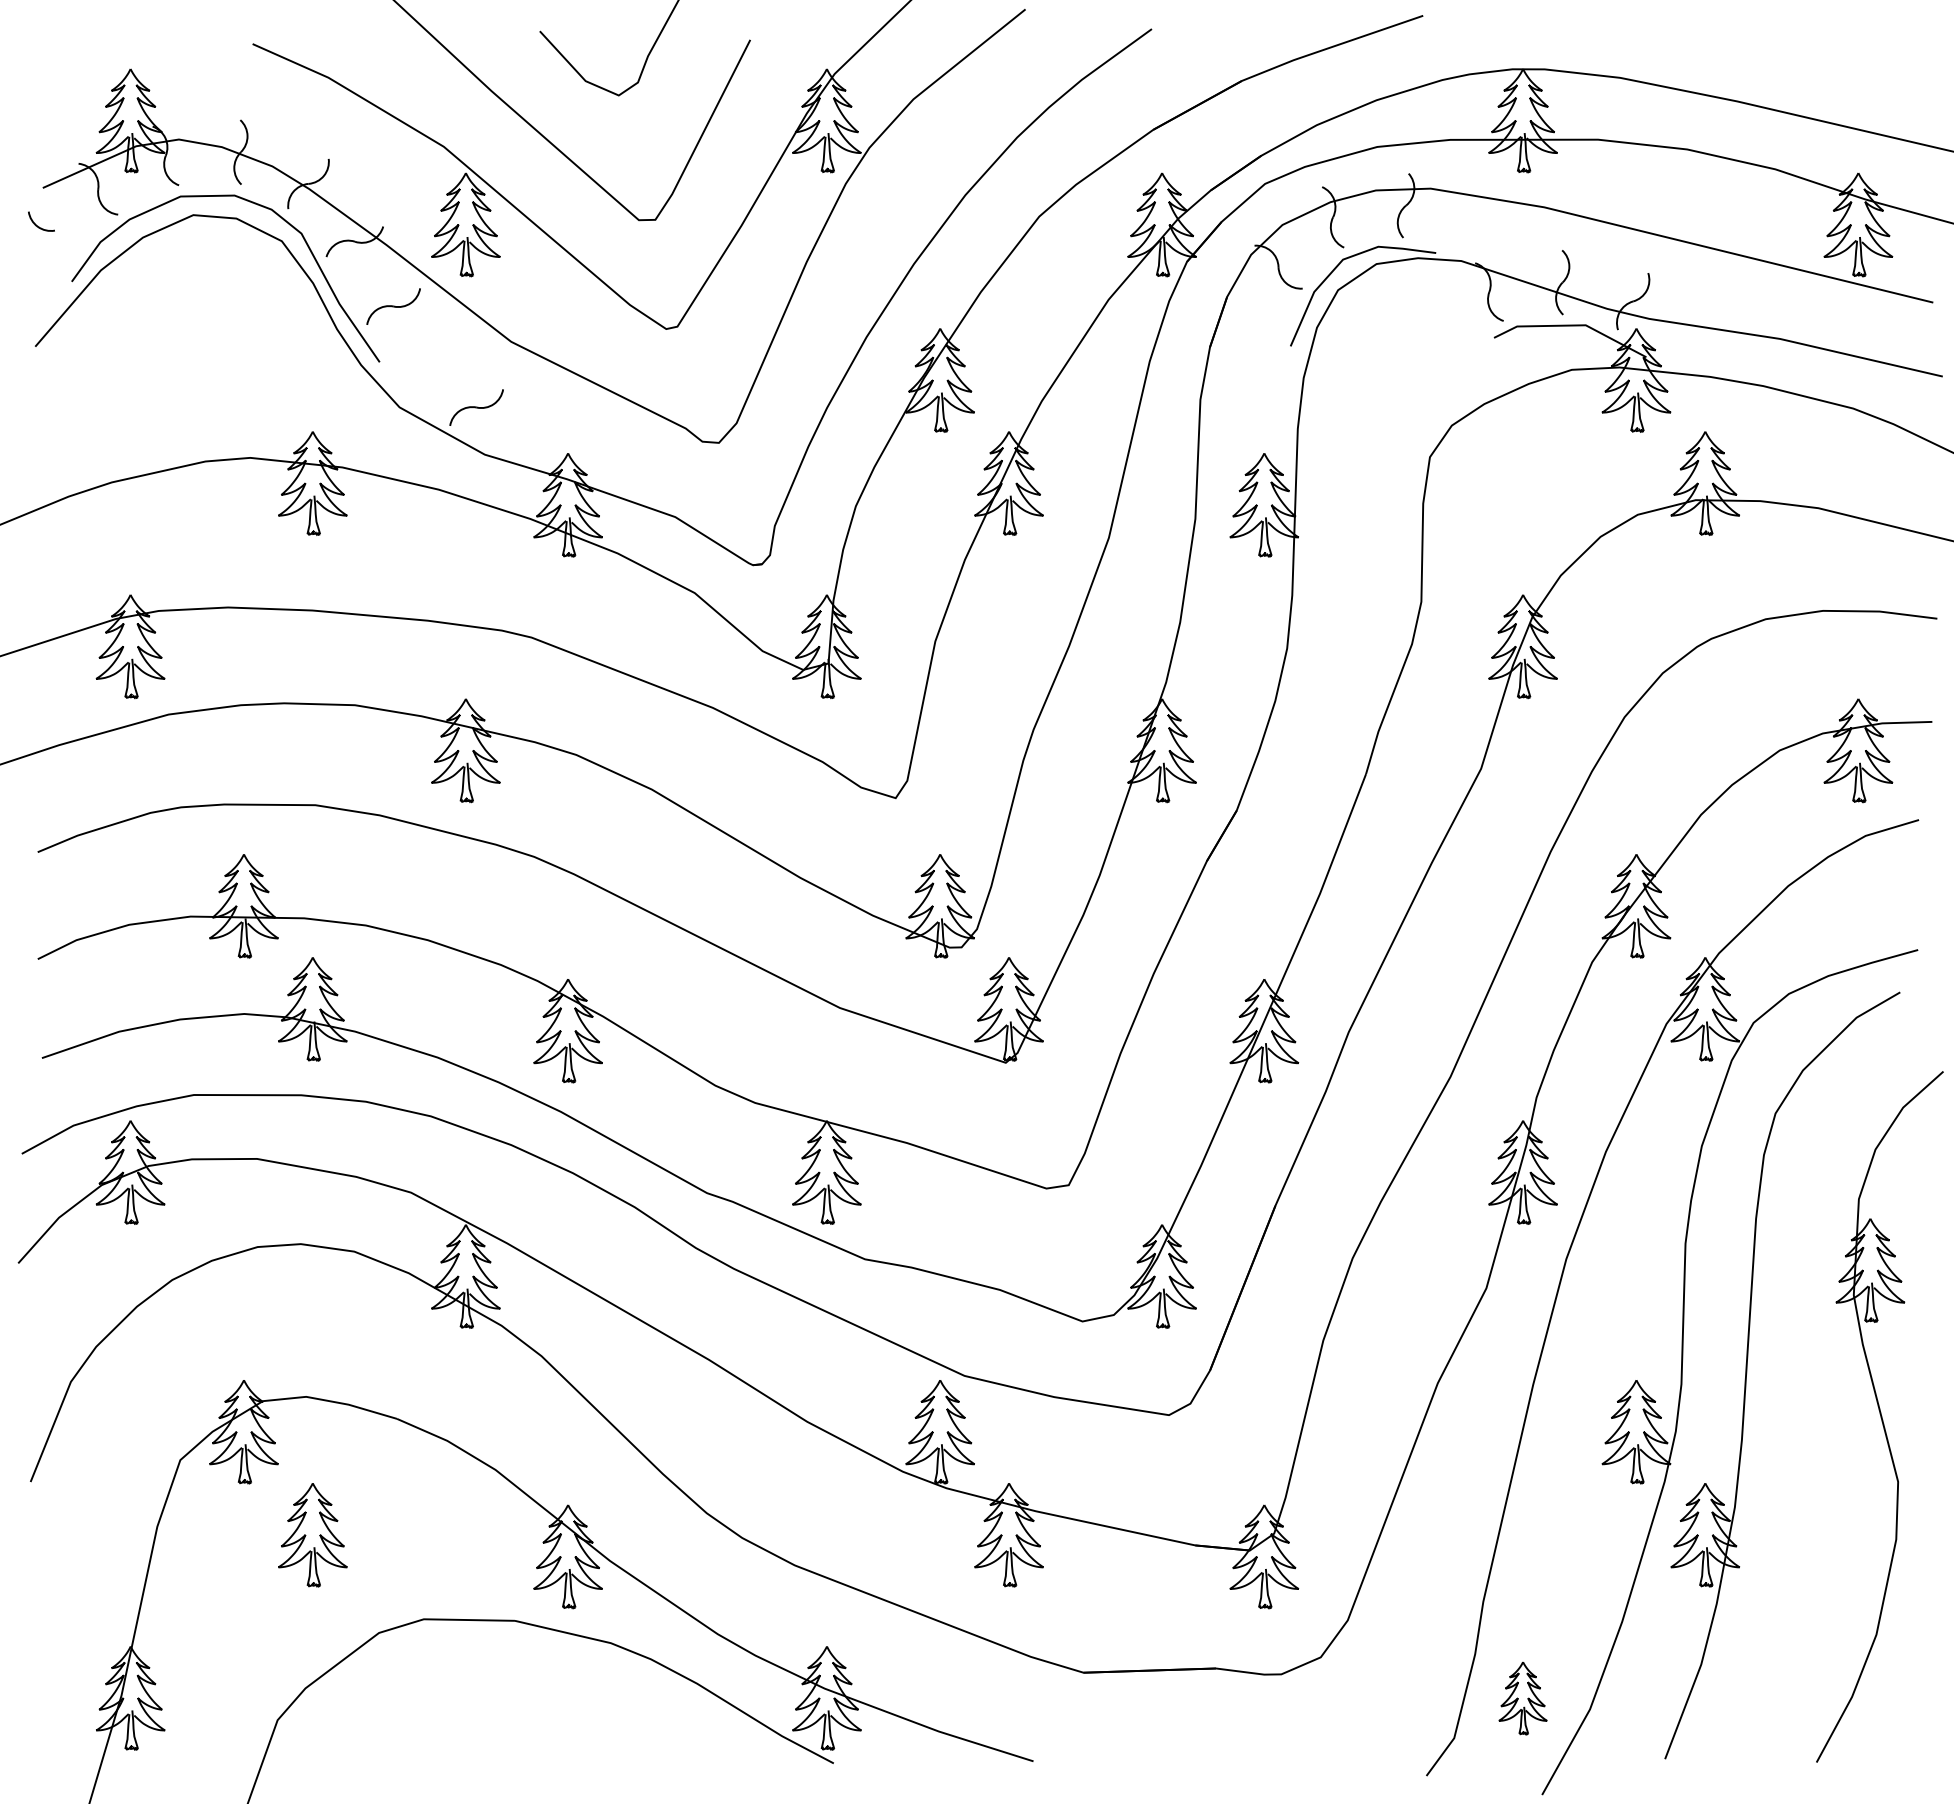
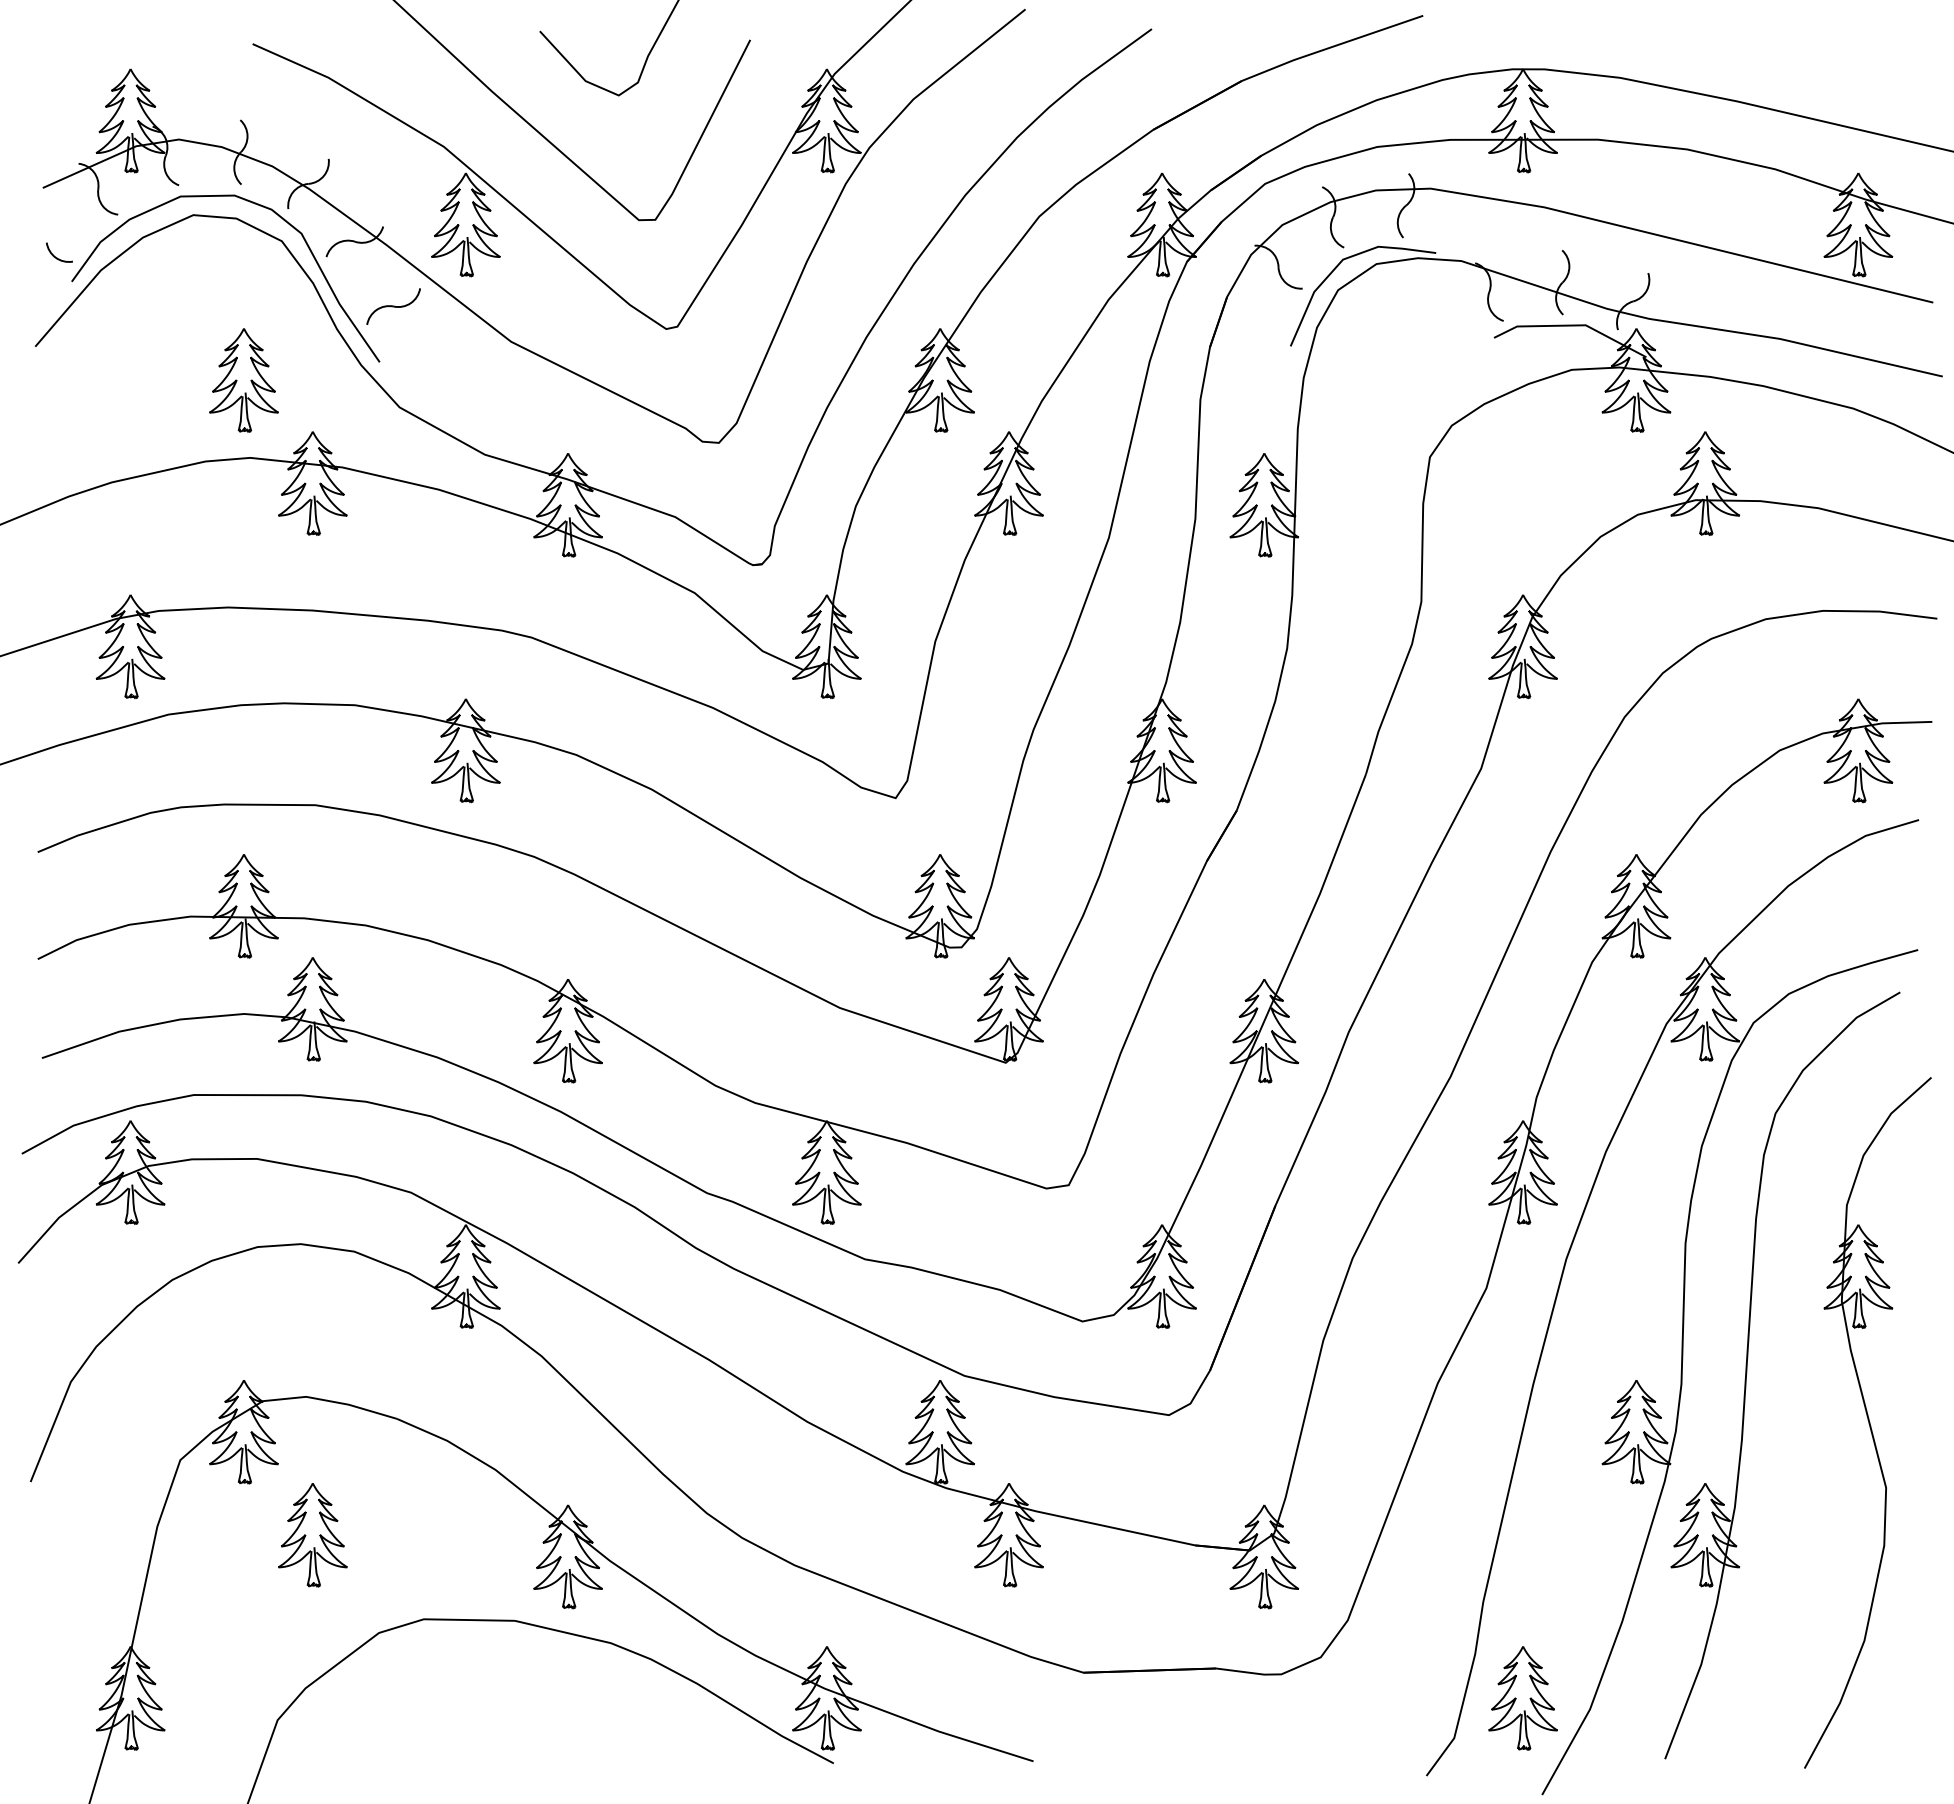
arc at (39, 226) position: (39, 226) -> (57, 257)
part at (243, 380): none -> present
part at (476, 407): present -> none
part at (1879, 1416) position: (1879, 1416) -> (1867, 1422)
part at (1522, 1698) size: 50x75 px -> 70x105 px
